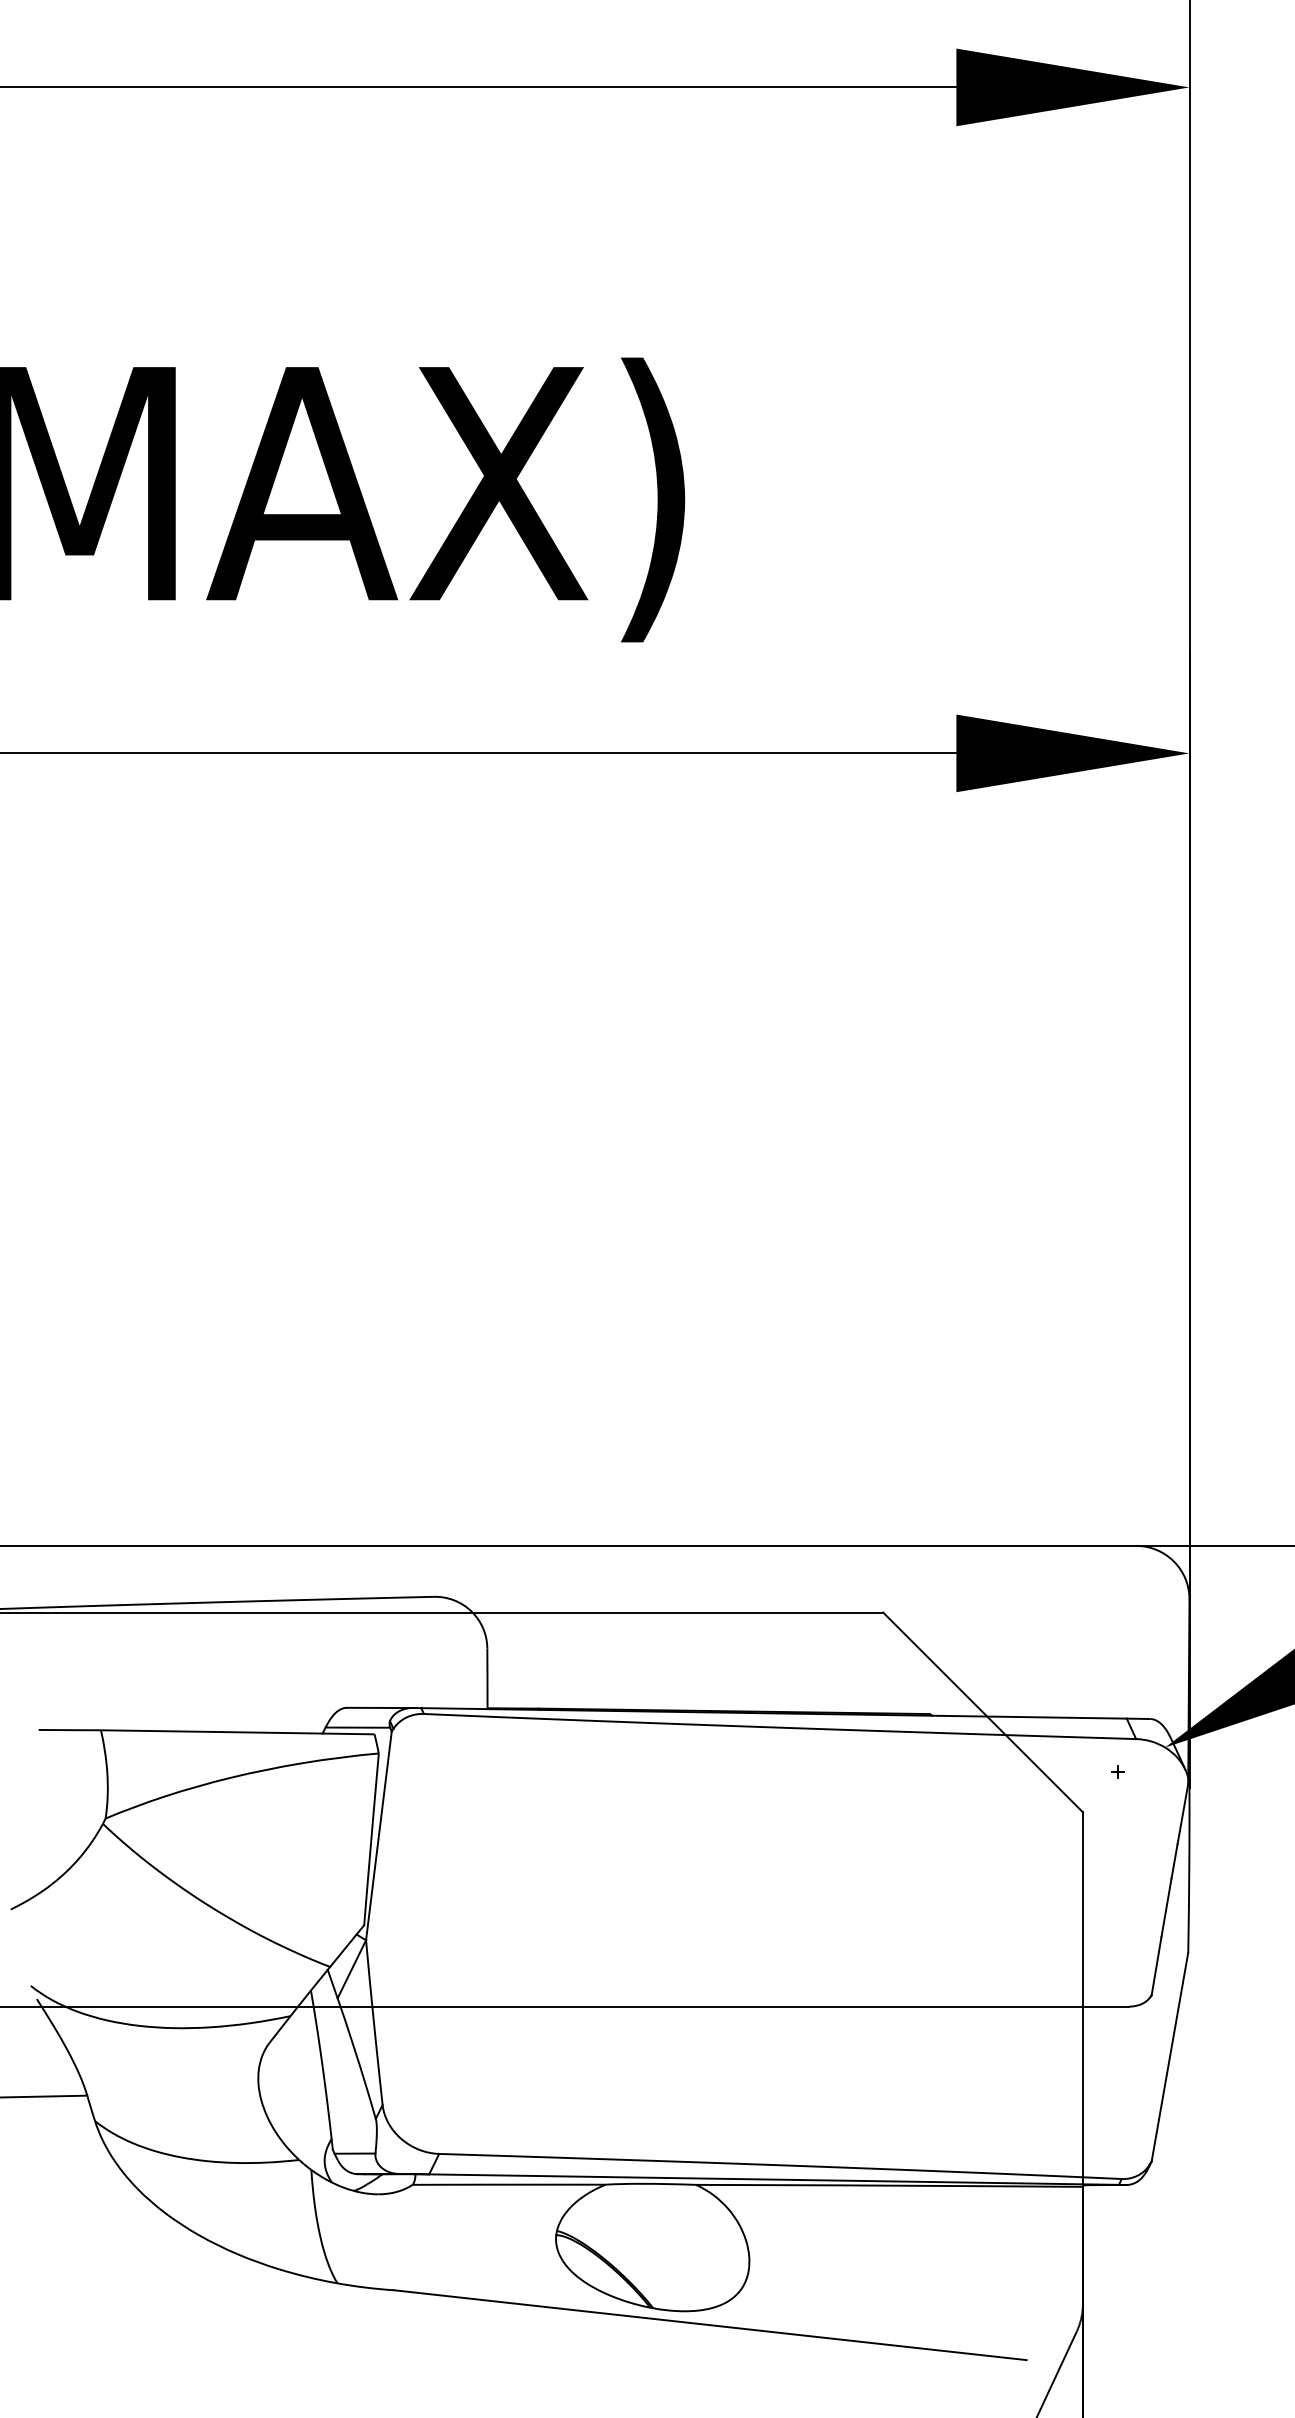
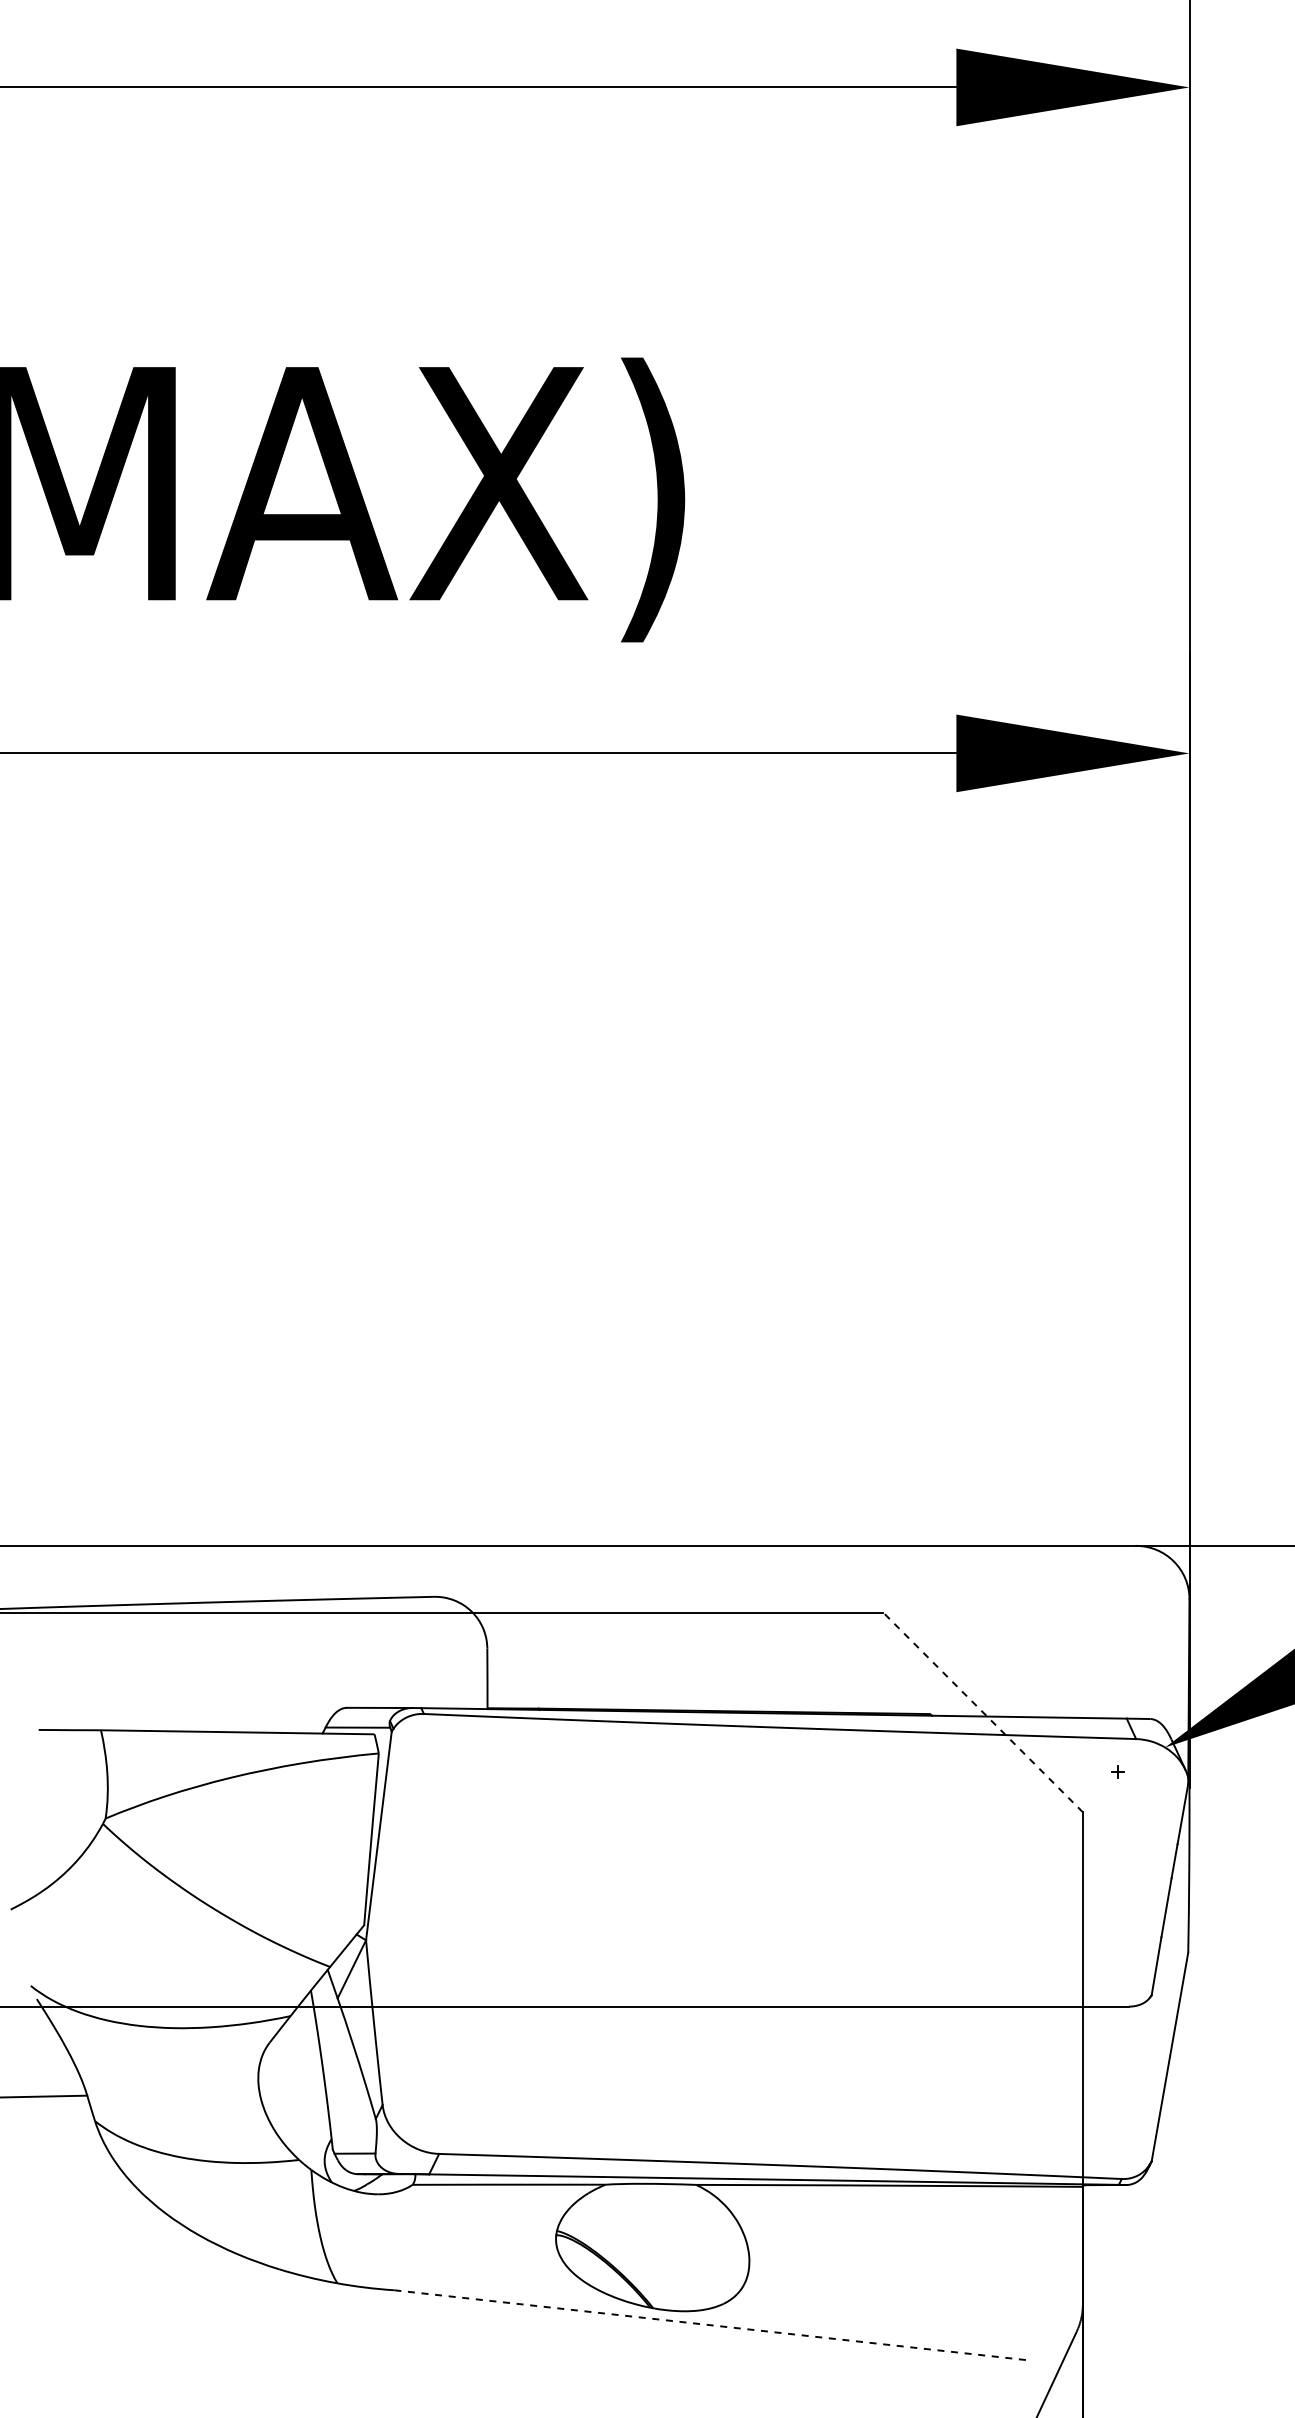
line at (982, 1712): solid -> dashed
line at (710, 2325): solid -> dashed
